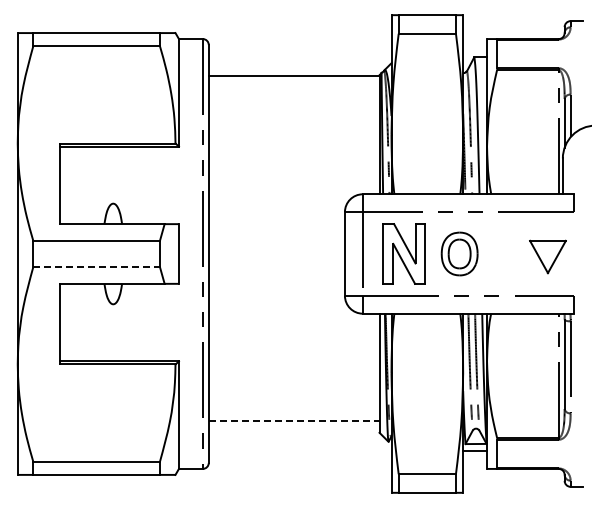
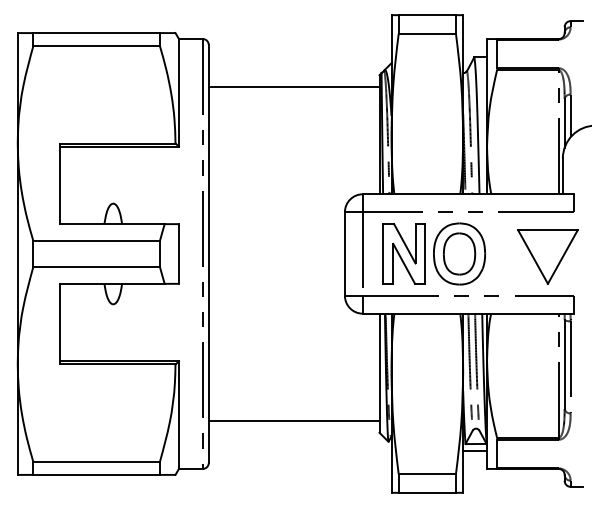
line at (293, 75) position: (293, 75) -> (293, 86)
part at (459, 253) size: 39x46 px -> 54x64 px
part at (547, 256) size: 38x36 px -> 62x56 px
line at (97, 267): dashed -> solid
line at (294, 421): dashed -> solid
